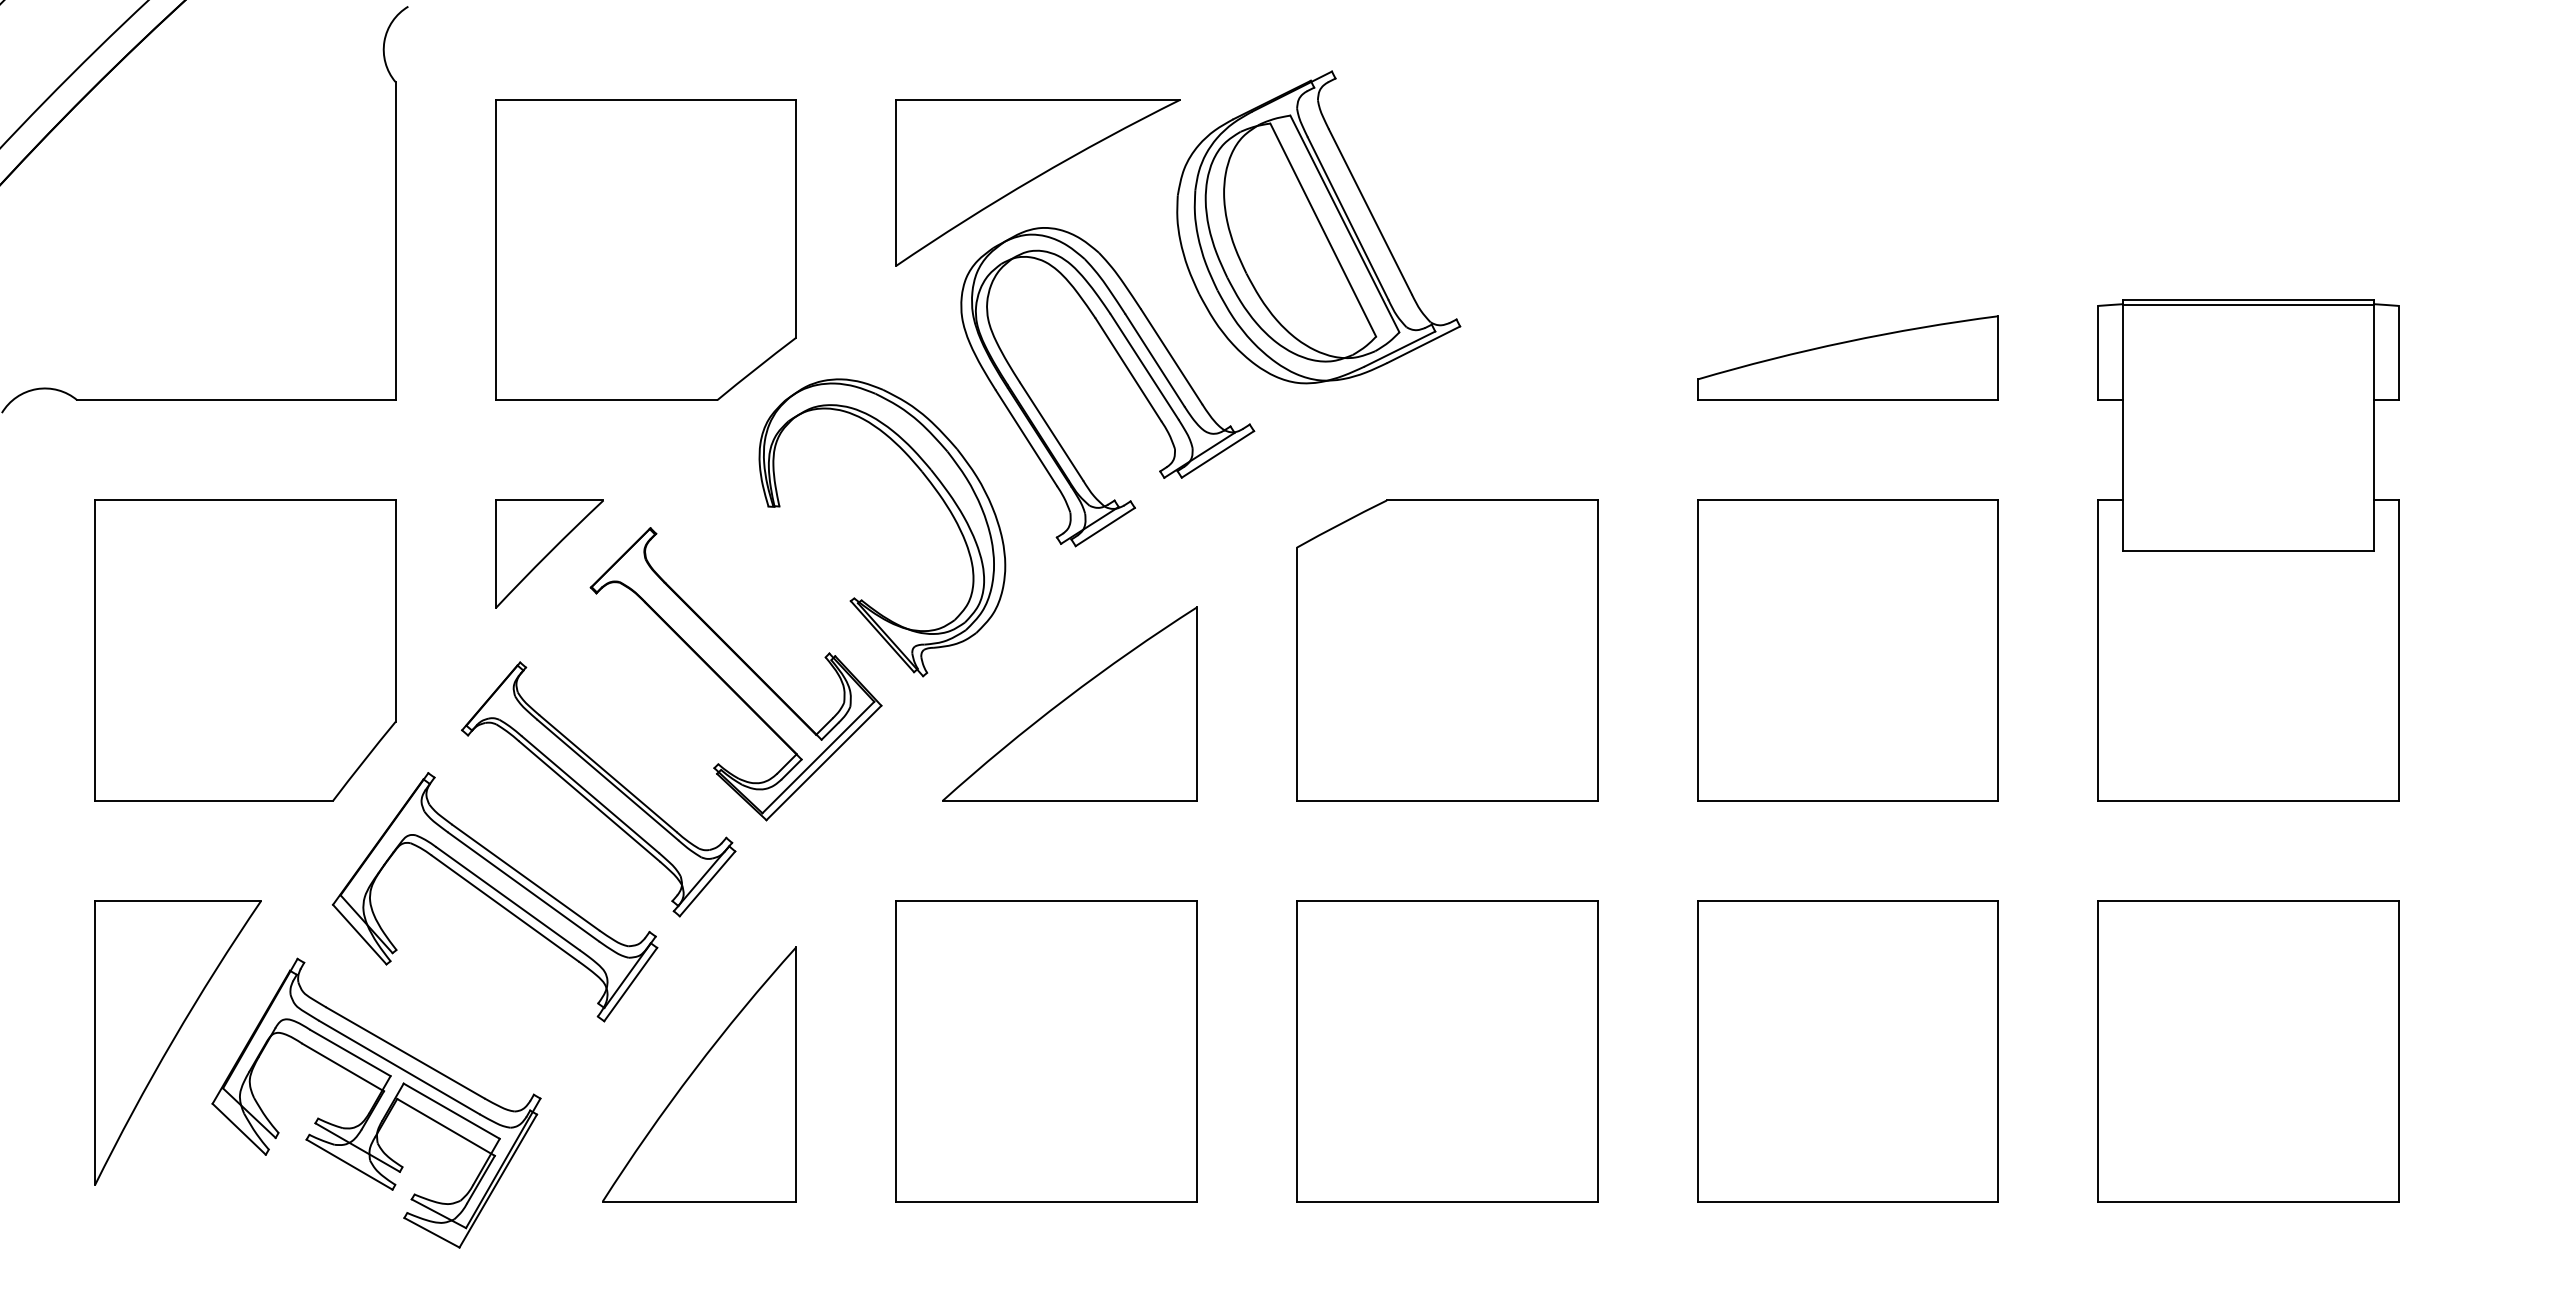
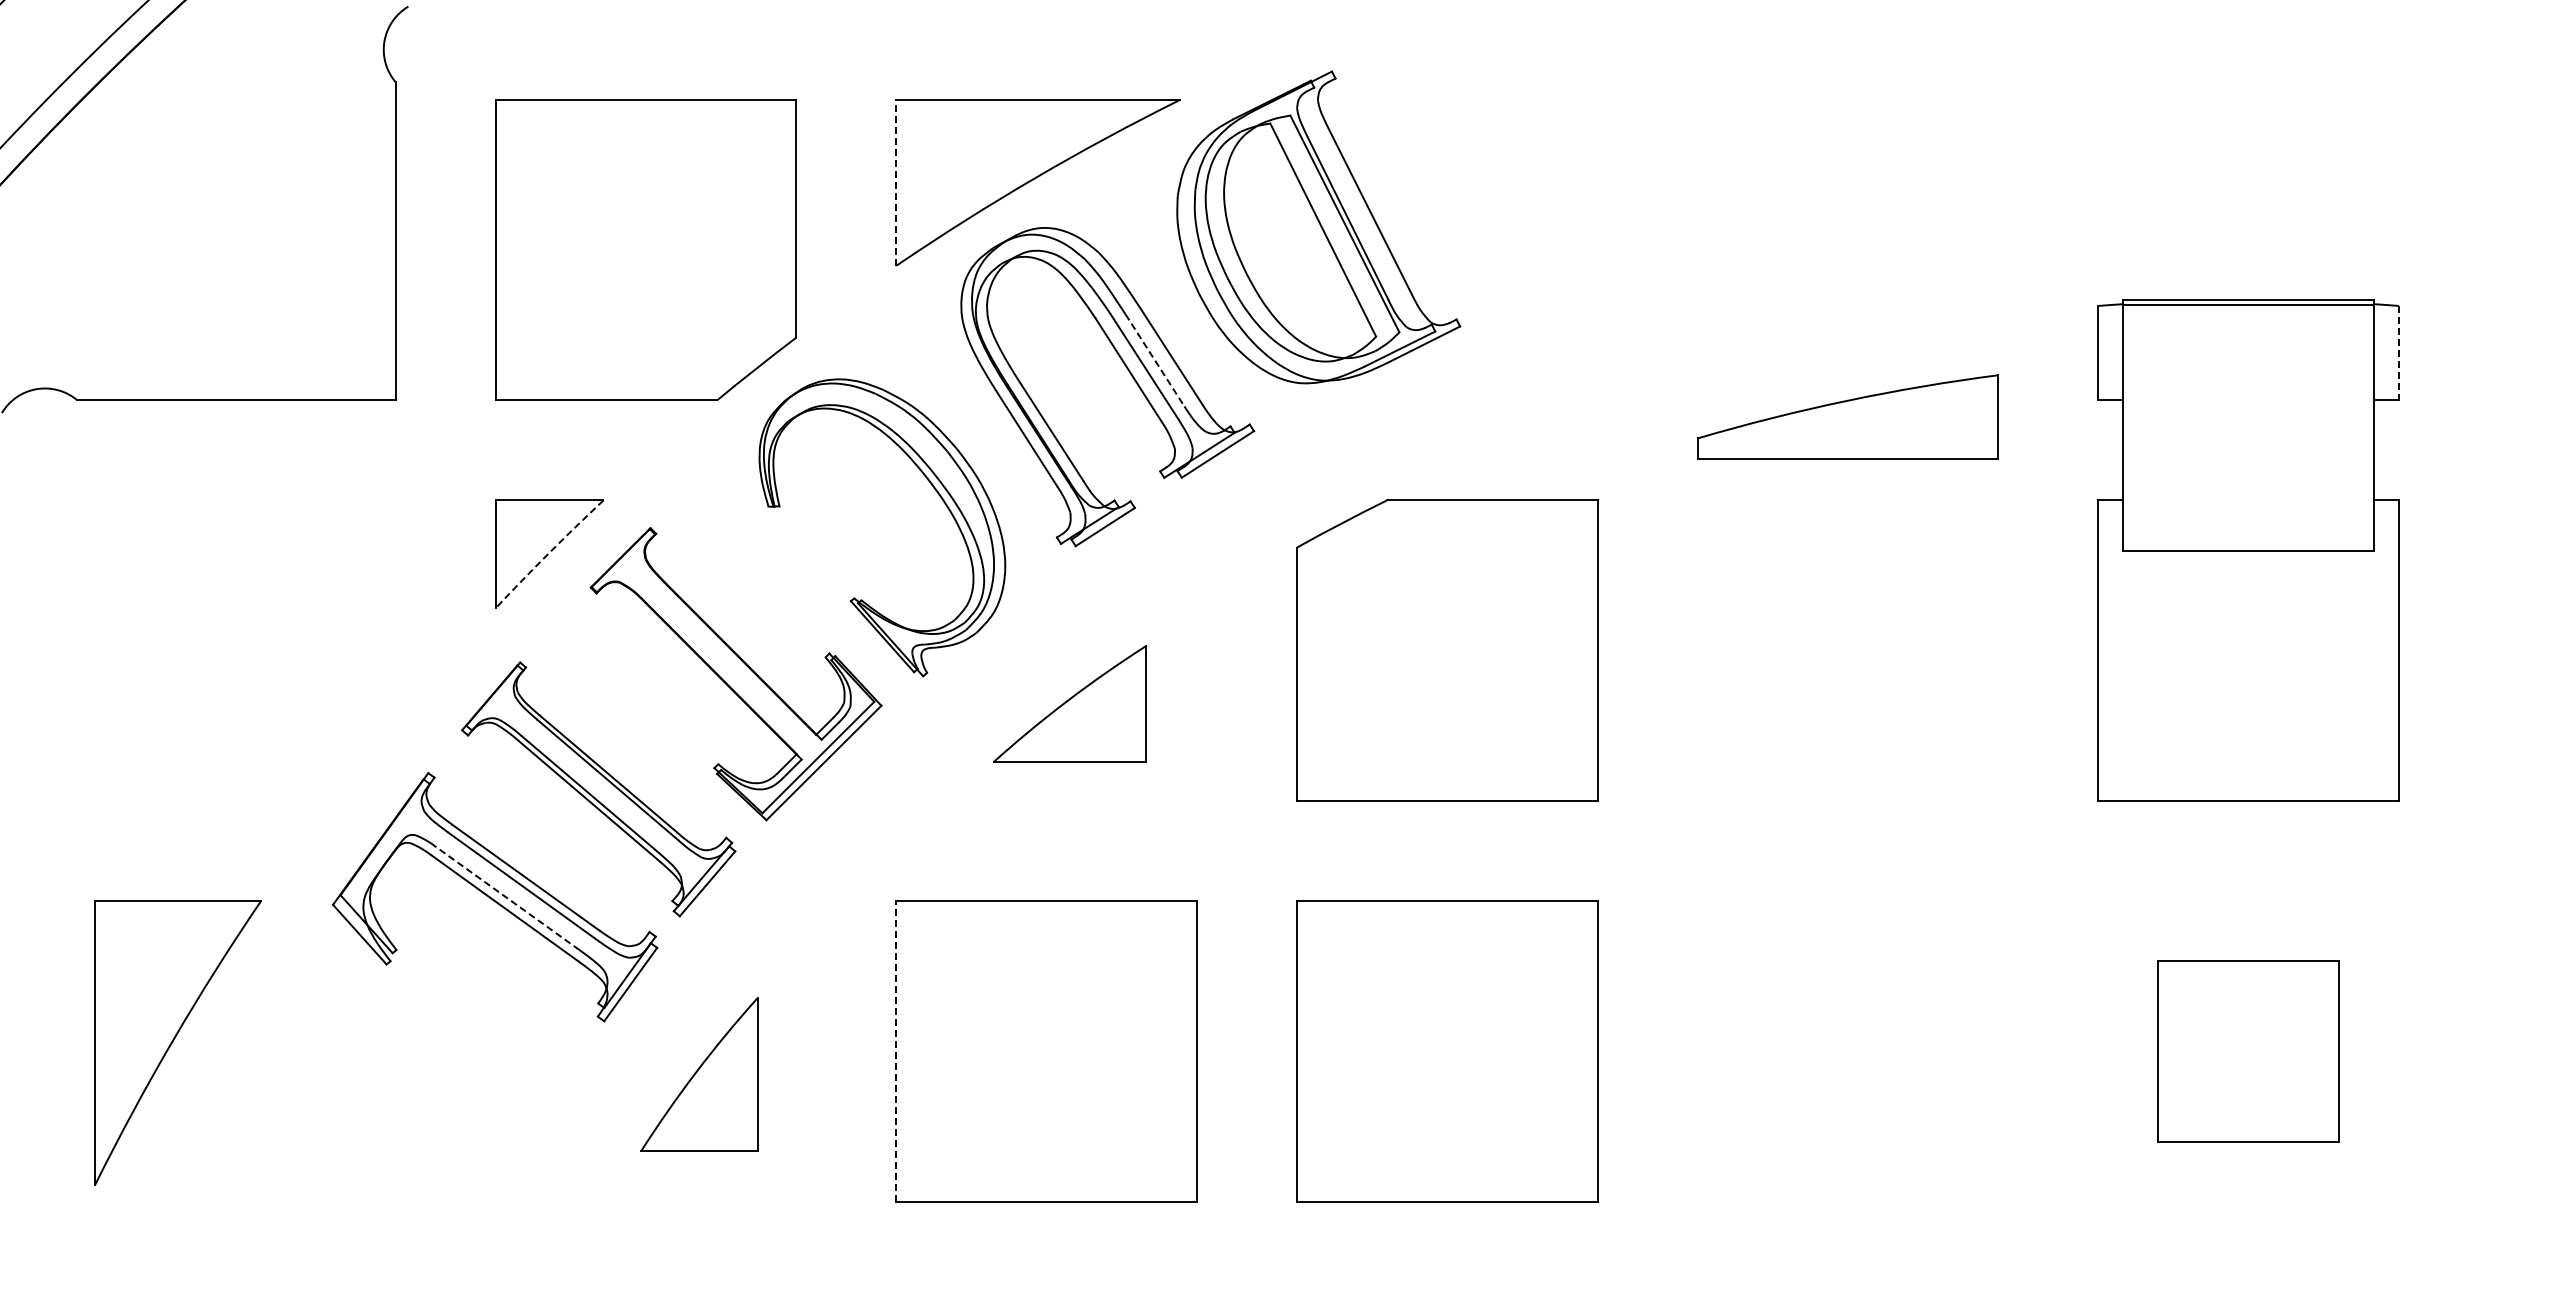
line at (896, 182): solid -> dashed
line at (2398, 353): solid -> dashed
part at (1847, 357) position: (1847, 357) -> (1847, 416)
line at (1154, 360): solid -> dashed
arc at (548, 553): solid -> dashed
part at (245, 650): present -> none
part at (1847, 650): present -> none
part at (1069, 703) size: 256x196 px -> 154x118 px
line at (507, 898): solid -> dashed
line at (896, 1050): solid -> dashed
part at (1847, 1051): present -> none
part at (2248, 1051) size: 303x303 px -> 183x183 px
part at (699, 1074) size: 195x257 px -> 119x155 px
part at (376, 1102): present -> none
